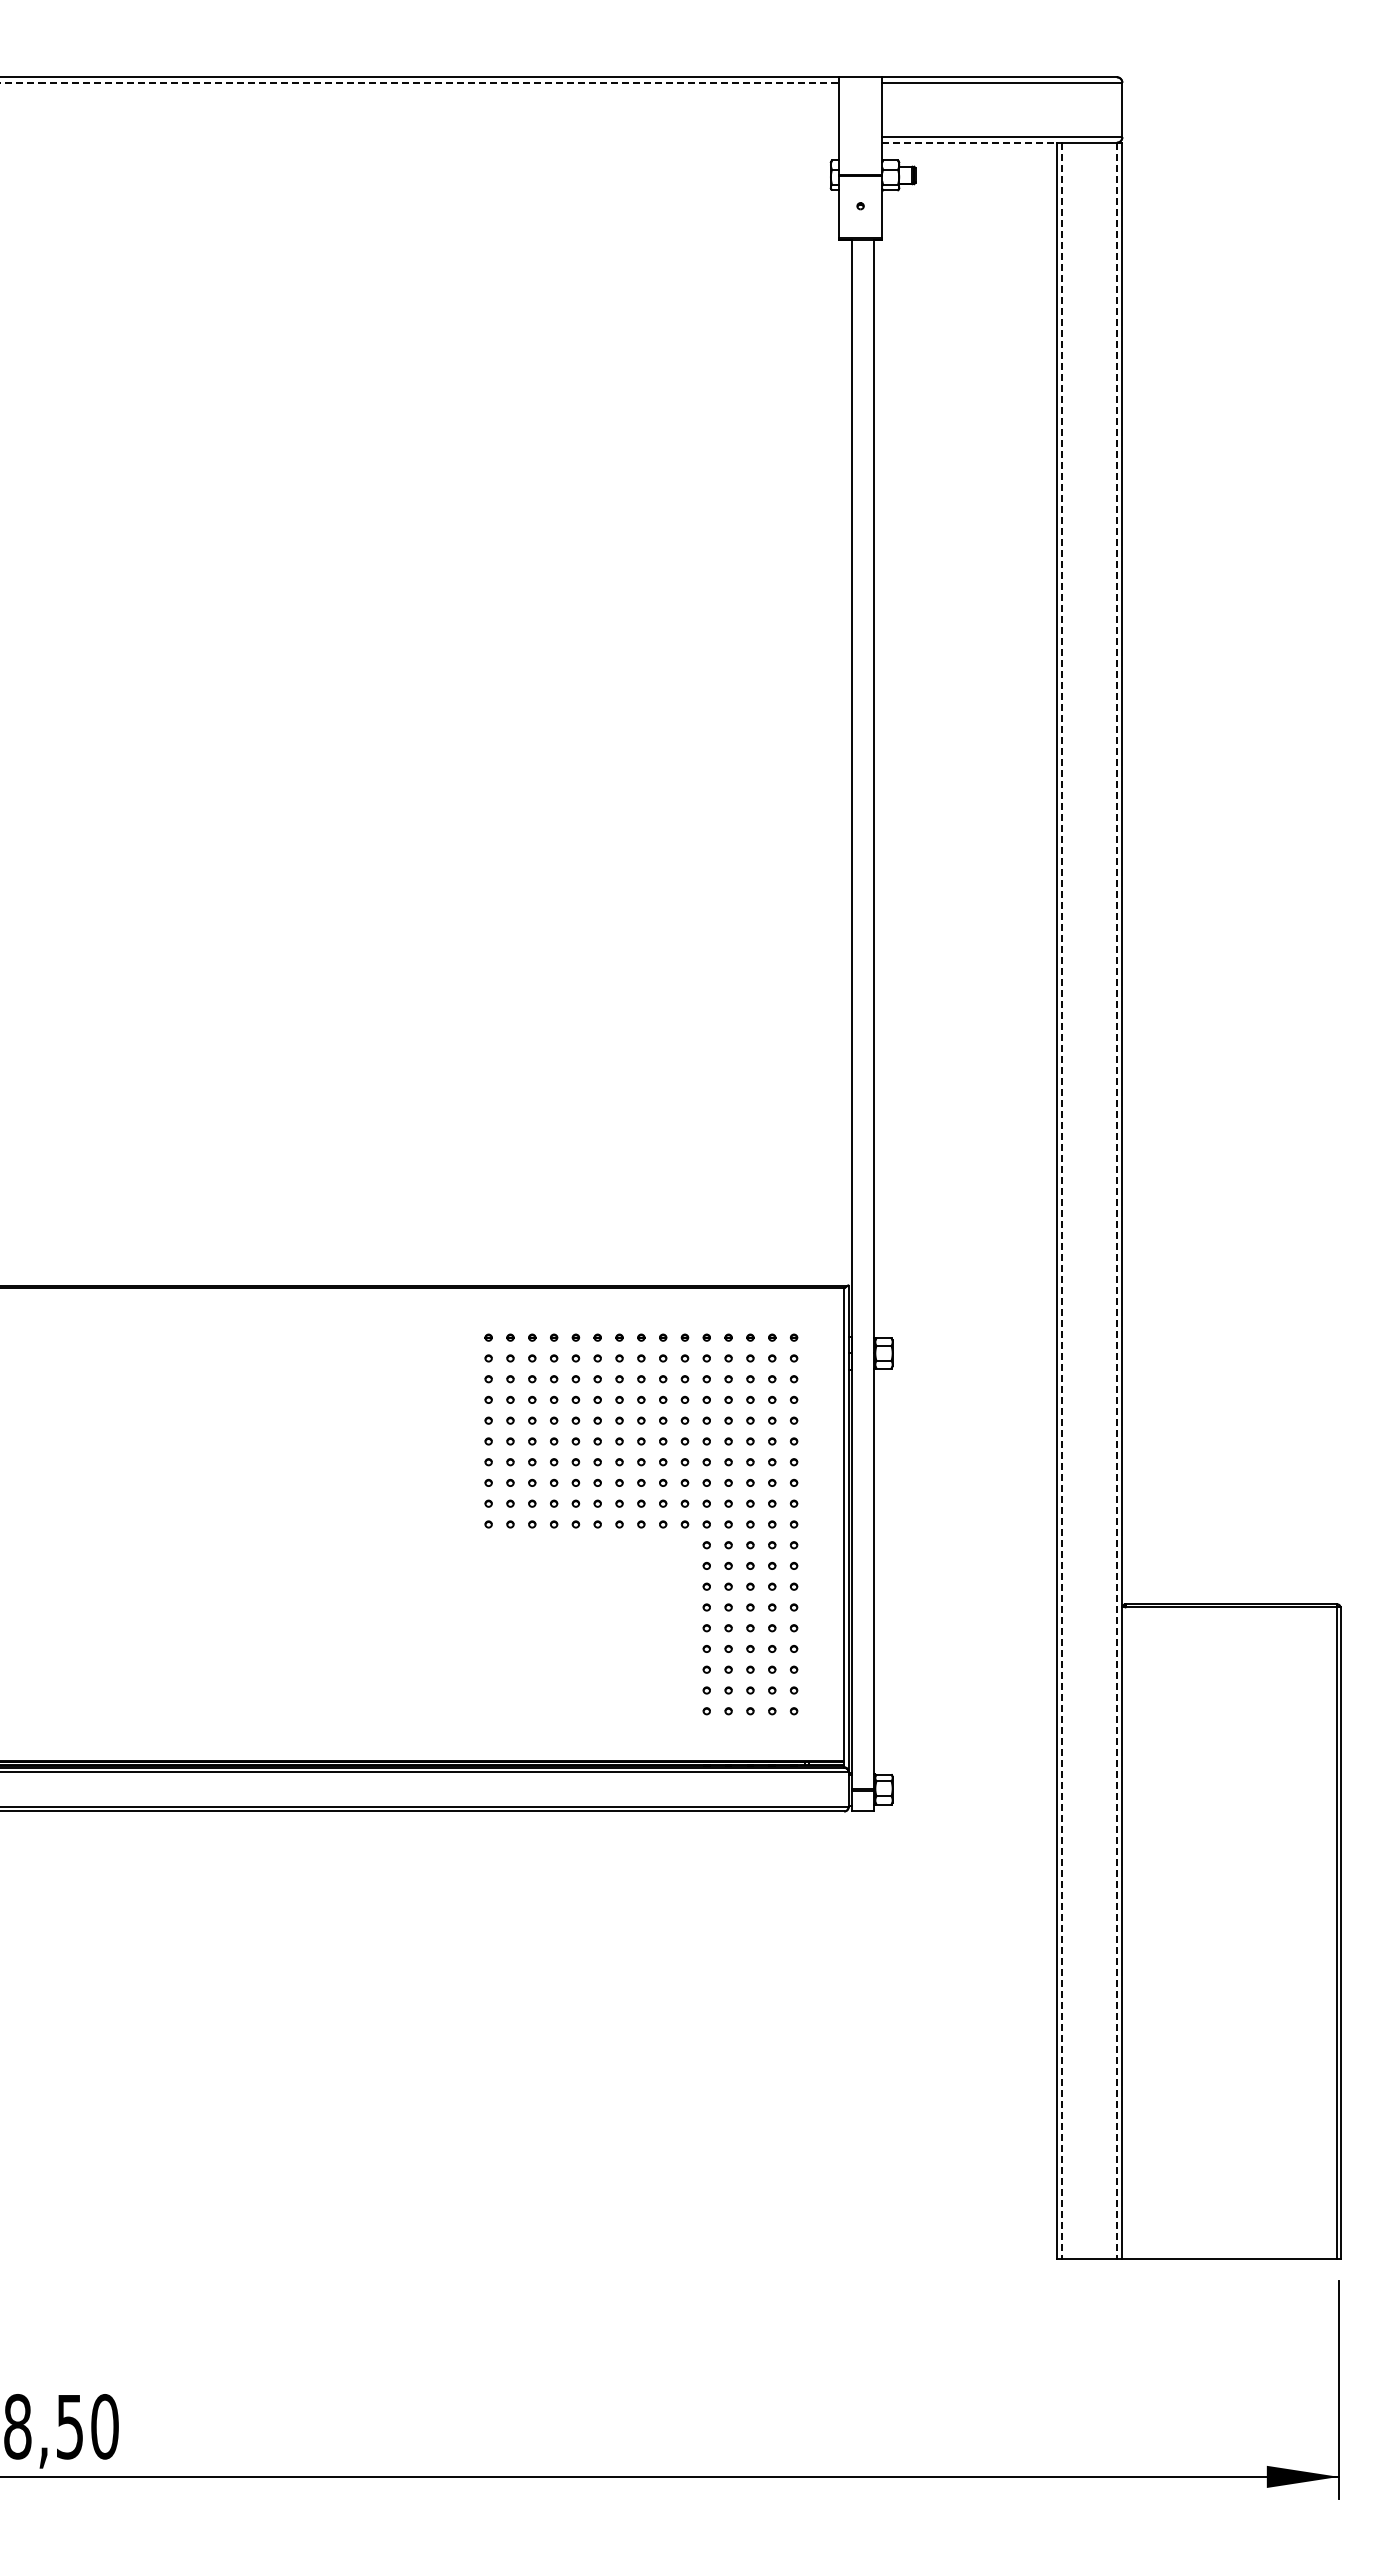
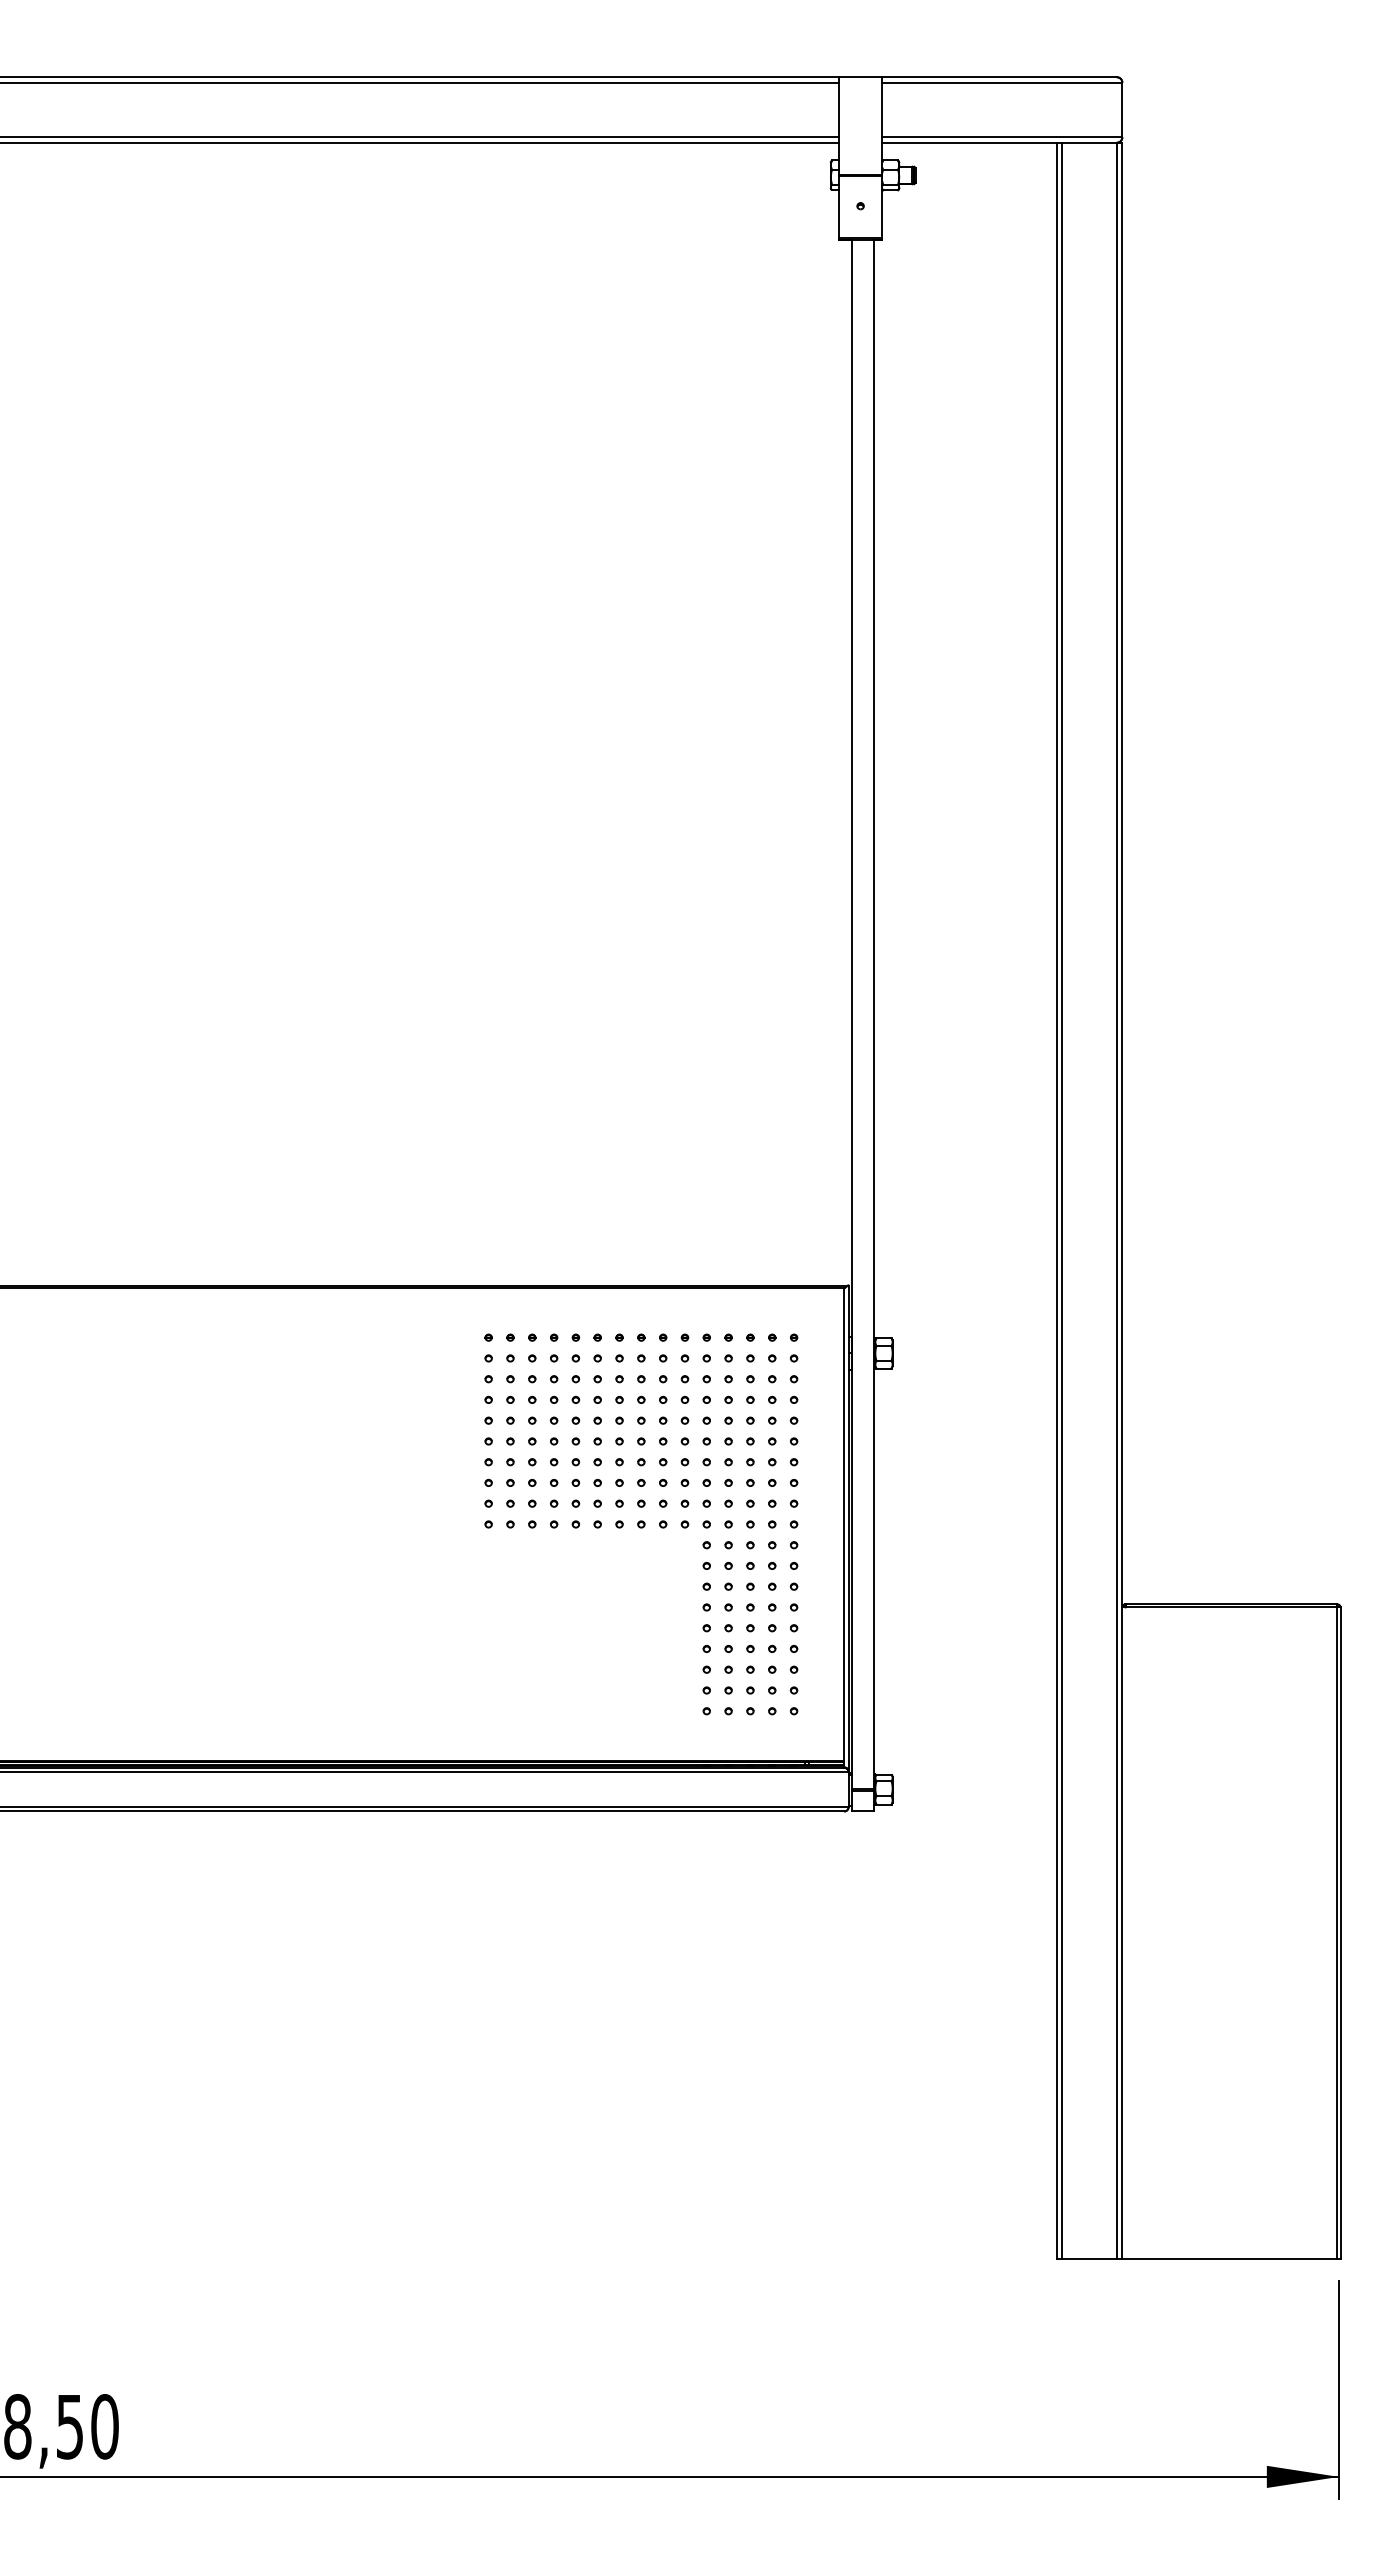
line at (419, 82): dashed -> solid
line at (420, 137): none -> present
line at (420, 142): none -> present
line at (970, 142): dashed -> solid
line at (1062, 1201): dashed -> solid
line at (1116, 1201): dashed -> solid
